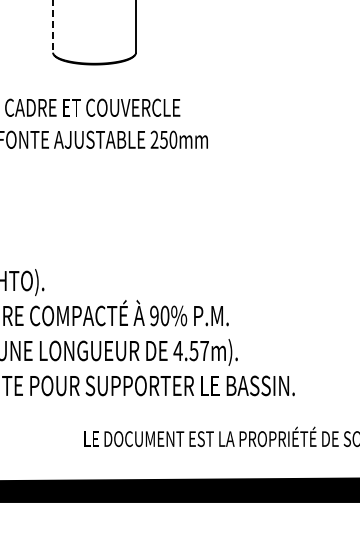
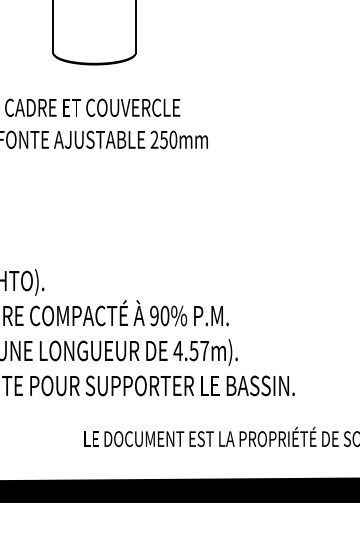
line at (53, 26): dashed -> solid
